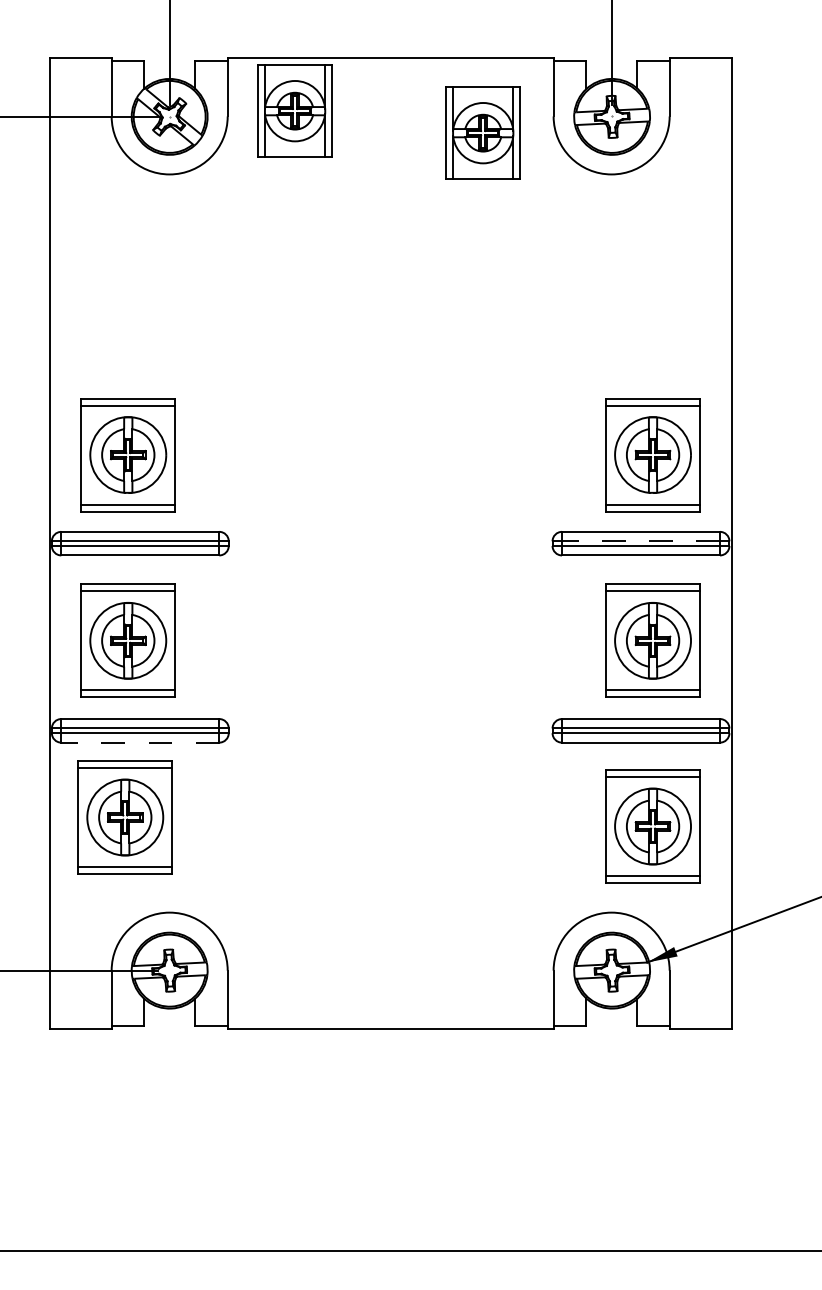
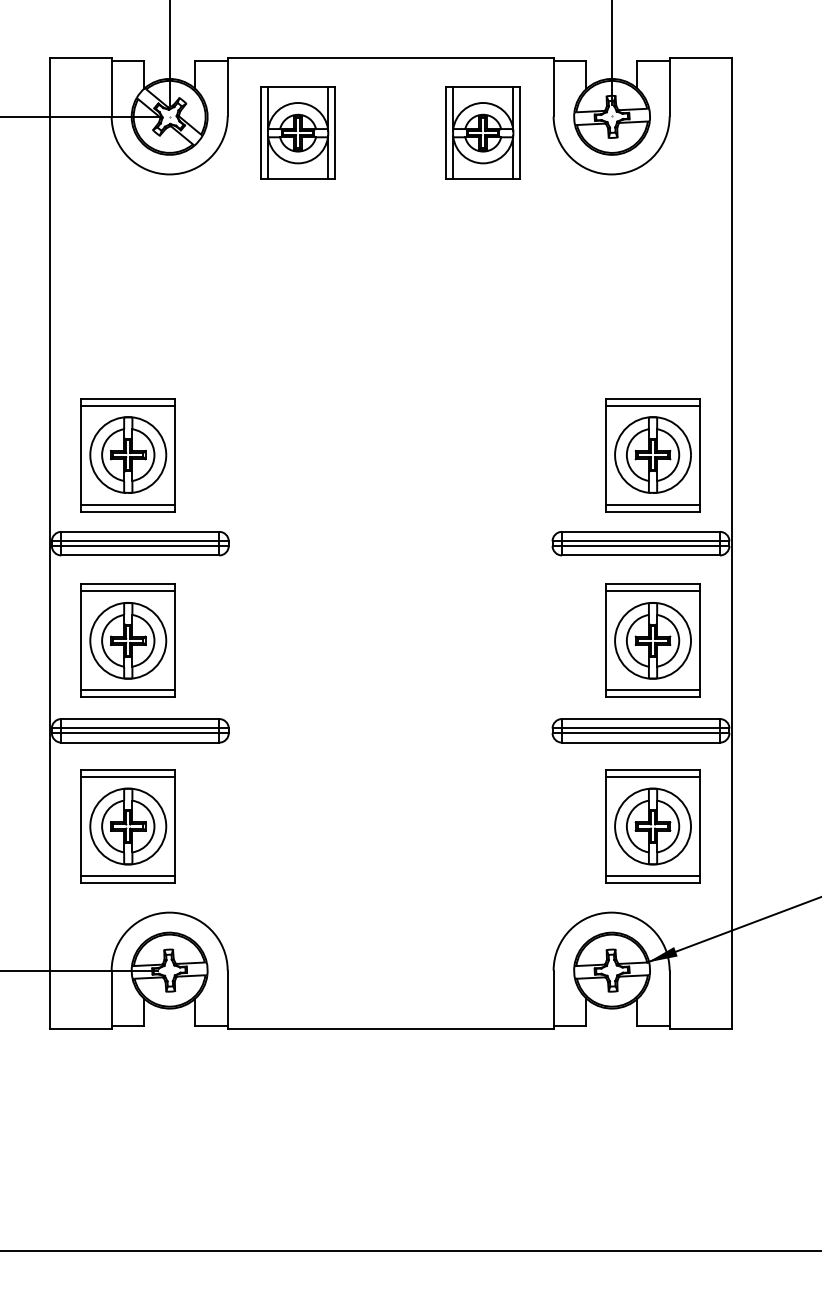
part at (294, 110) position: (294, 110) -> (297, 132)
line at (640, 541): dashed -> solid
line at (139, 742): dashed -> solid
part at (124, 817) position: (124, 817) -> (127, 826)
